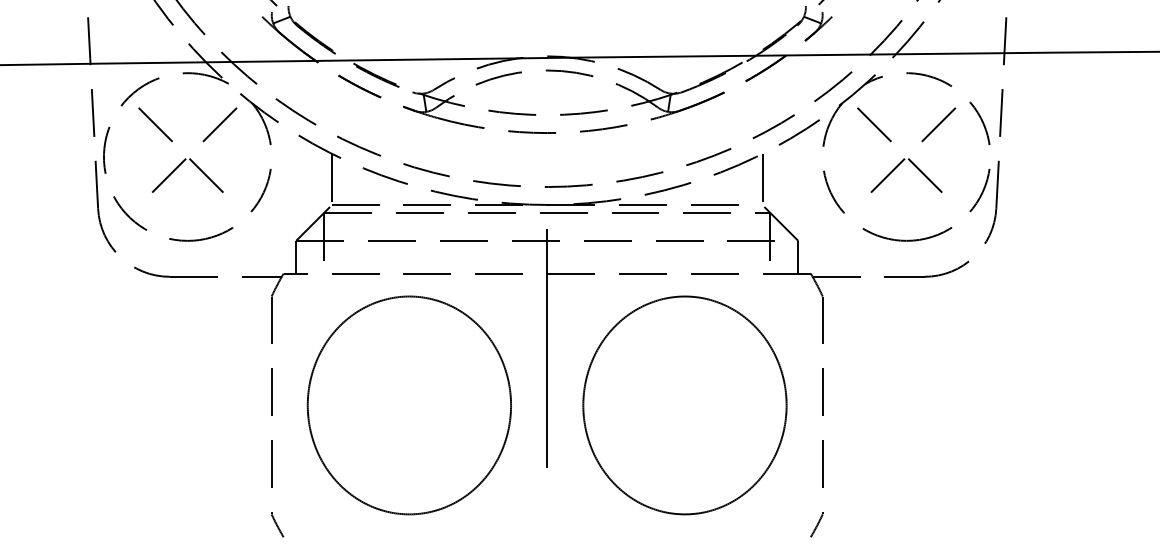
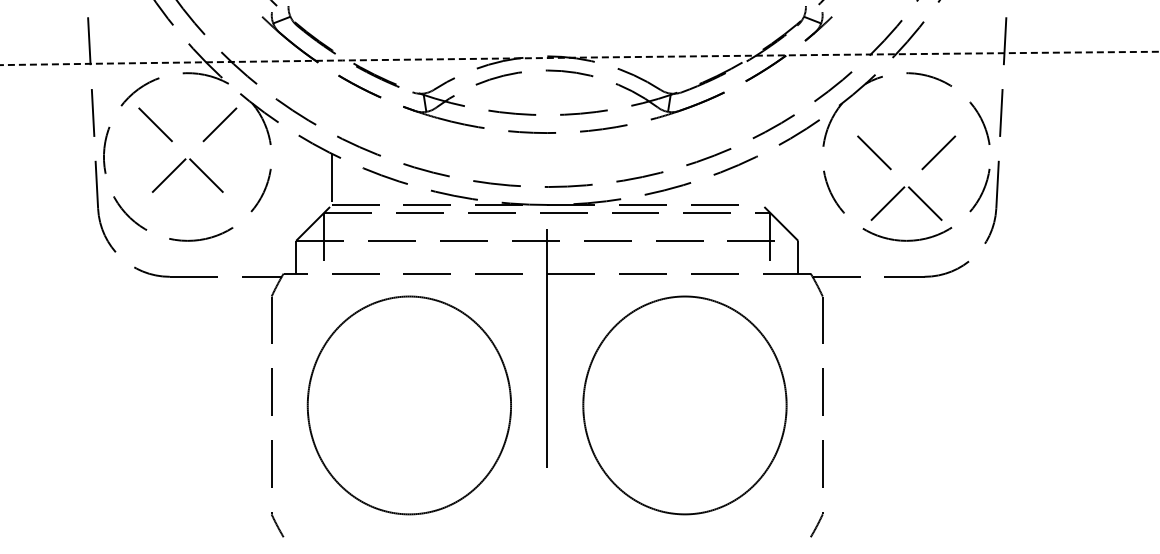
arc at (579, 57): solid -> dashed
part at (904, 158) position: (904, 158) -> (904, 186)
line at (762, 179): present -> none
